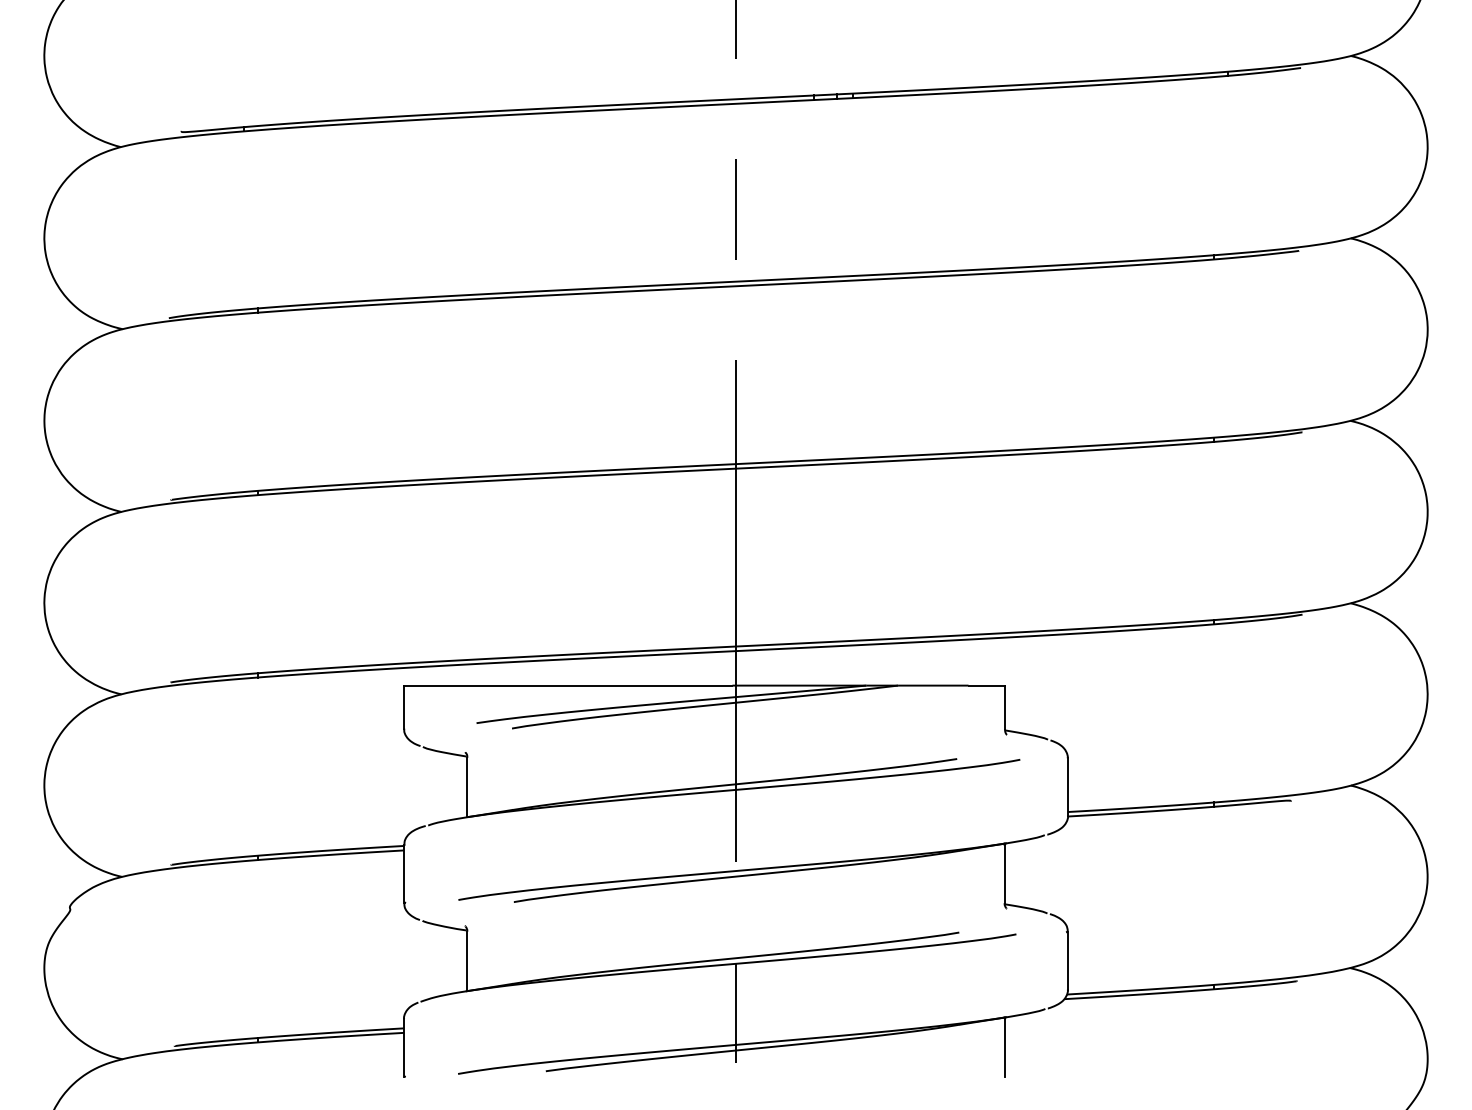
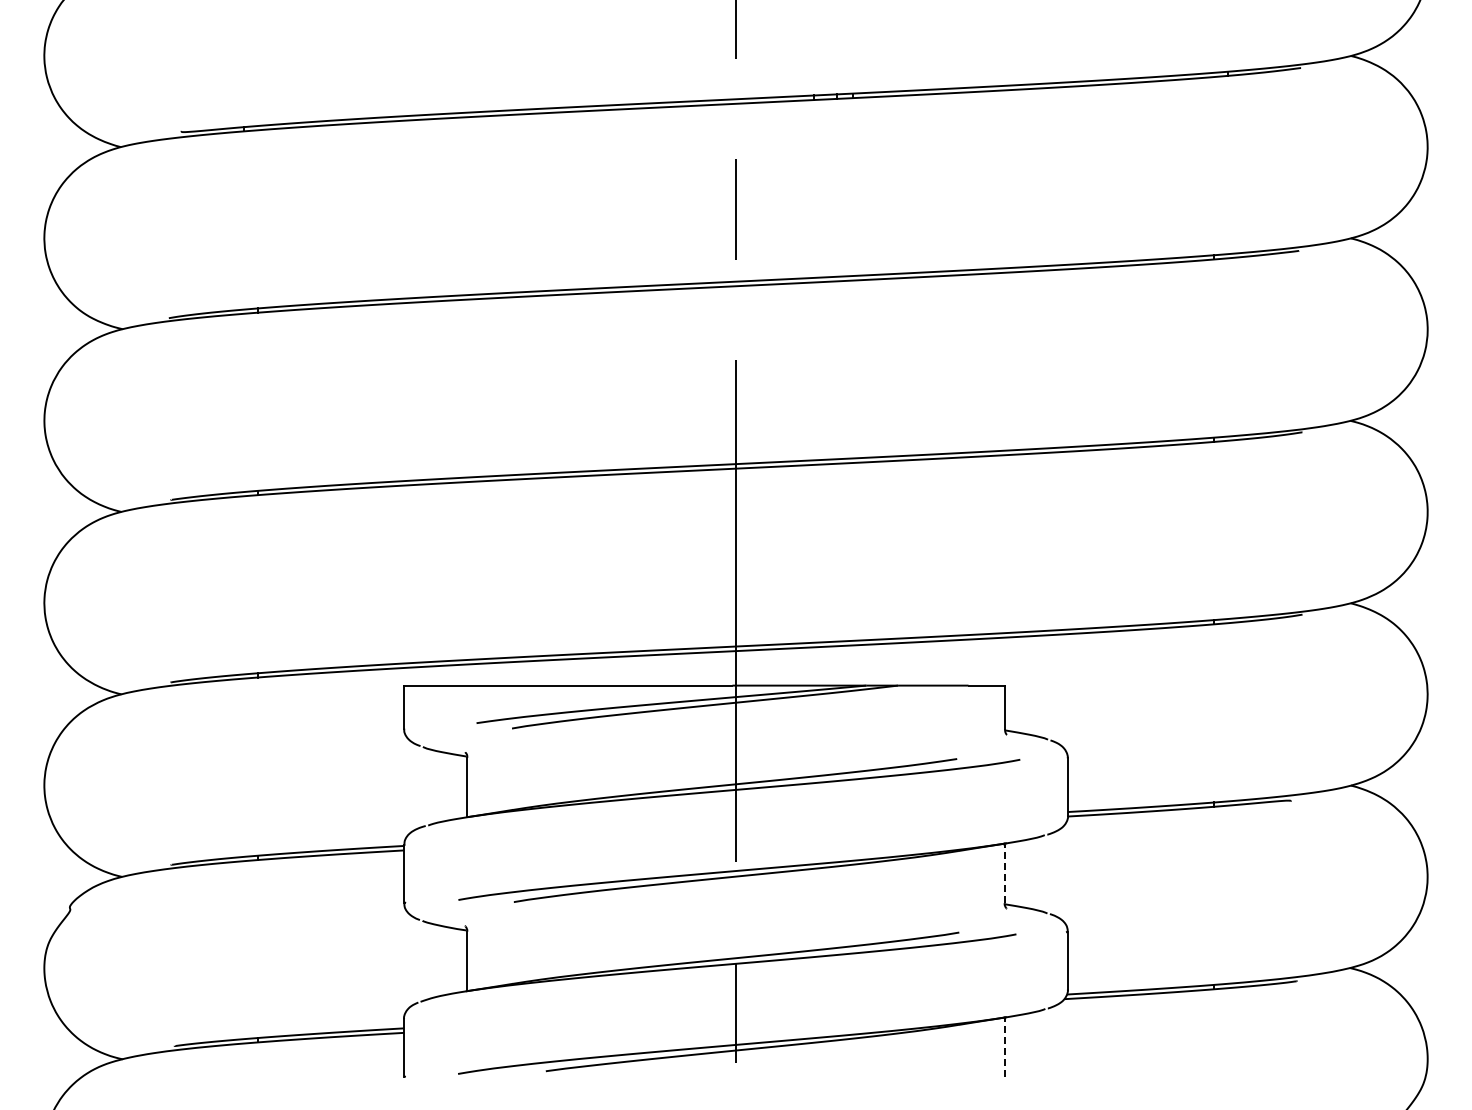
line at (1004, 873): solid -> dashed
line at (1004, 1047): solid -> dashed
